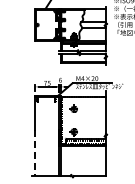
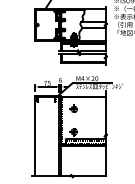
line at (35, 153): dashed -> solid
